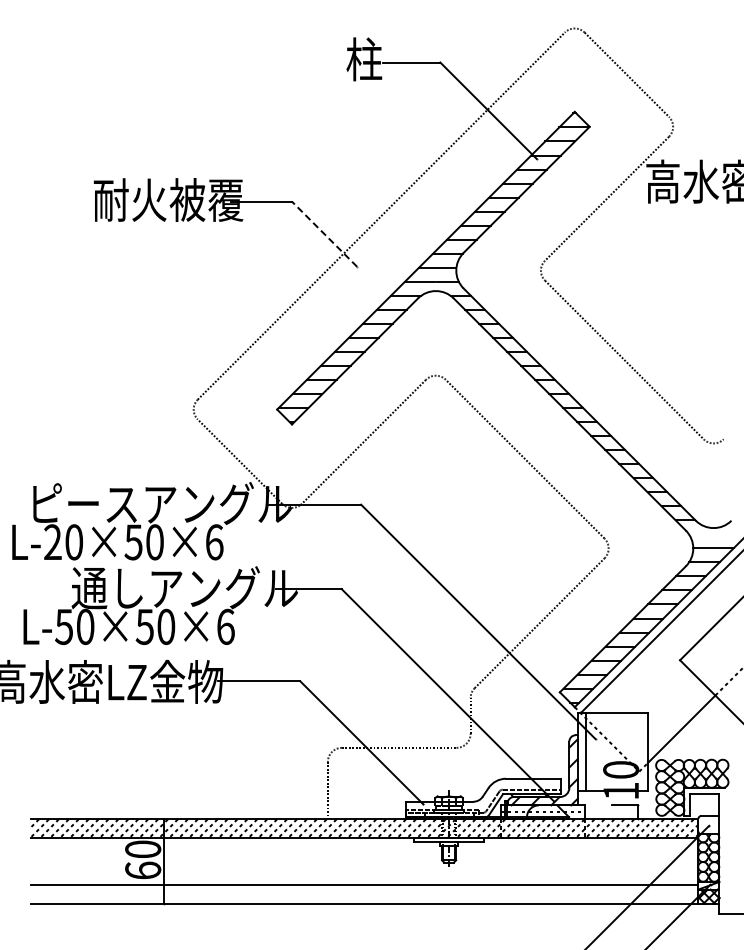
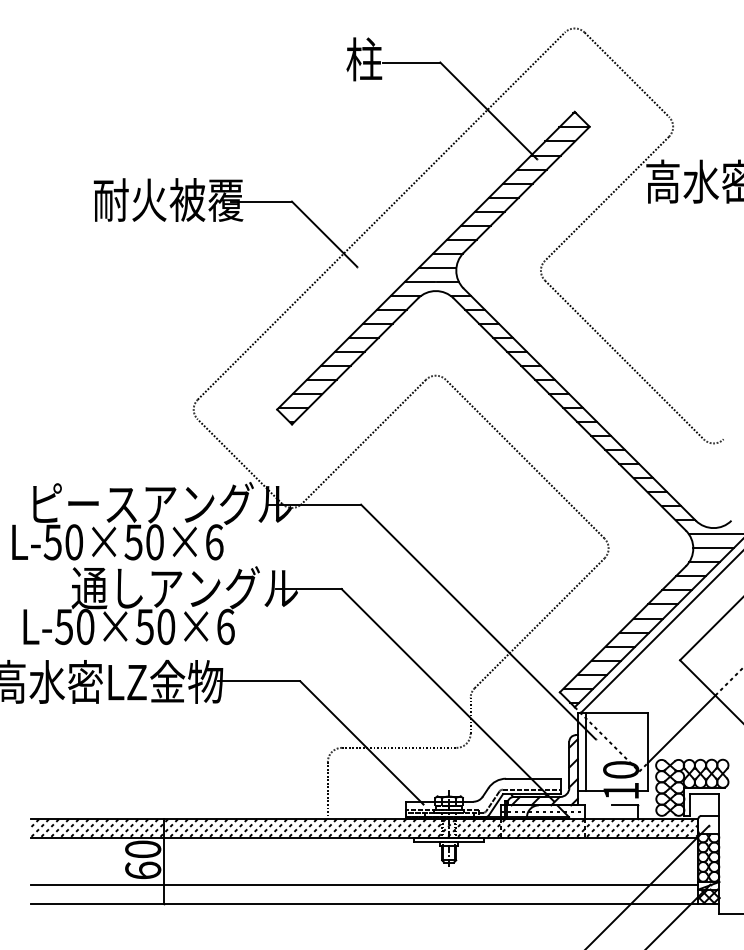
line at (324, 233): dashed -> solid
line at (714, 534): none -> present
text at (52, 542): L-20×50×6 -> L-50×50×6
